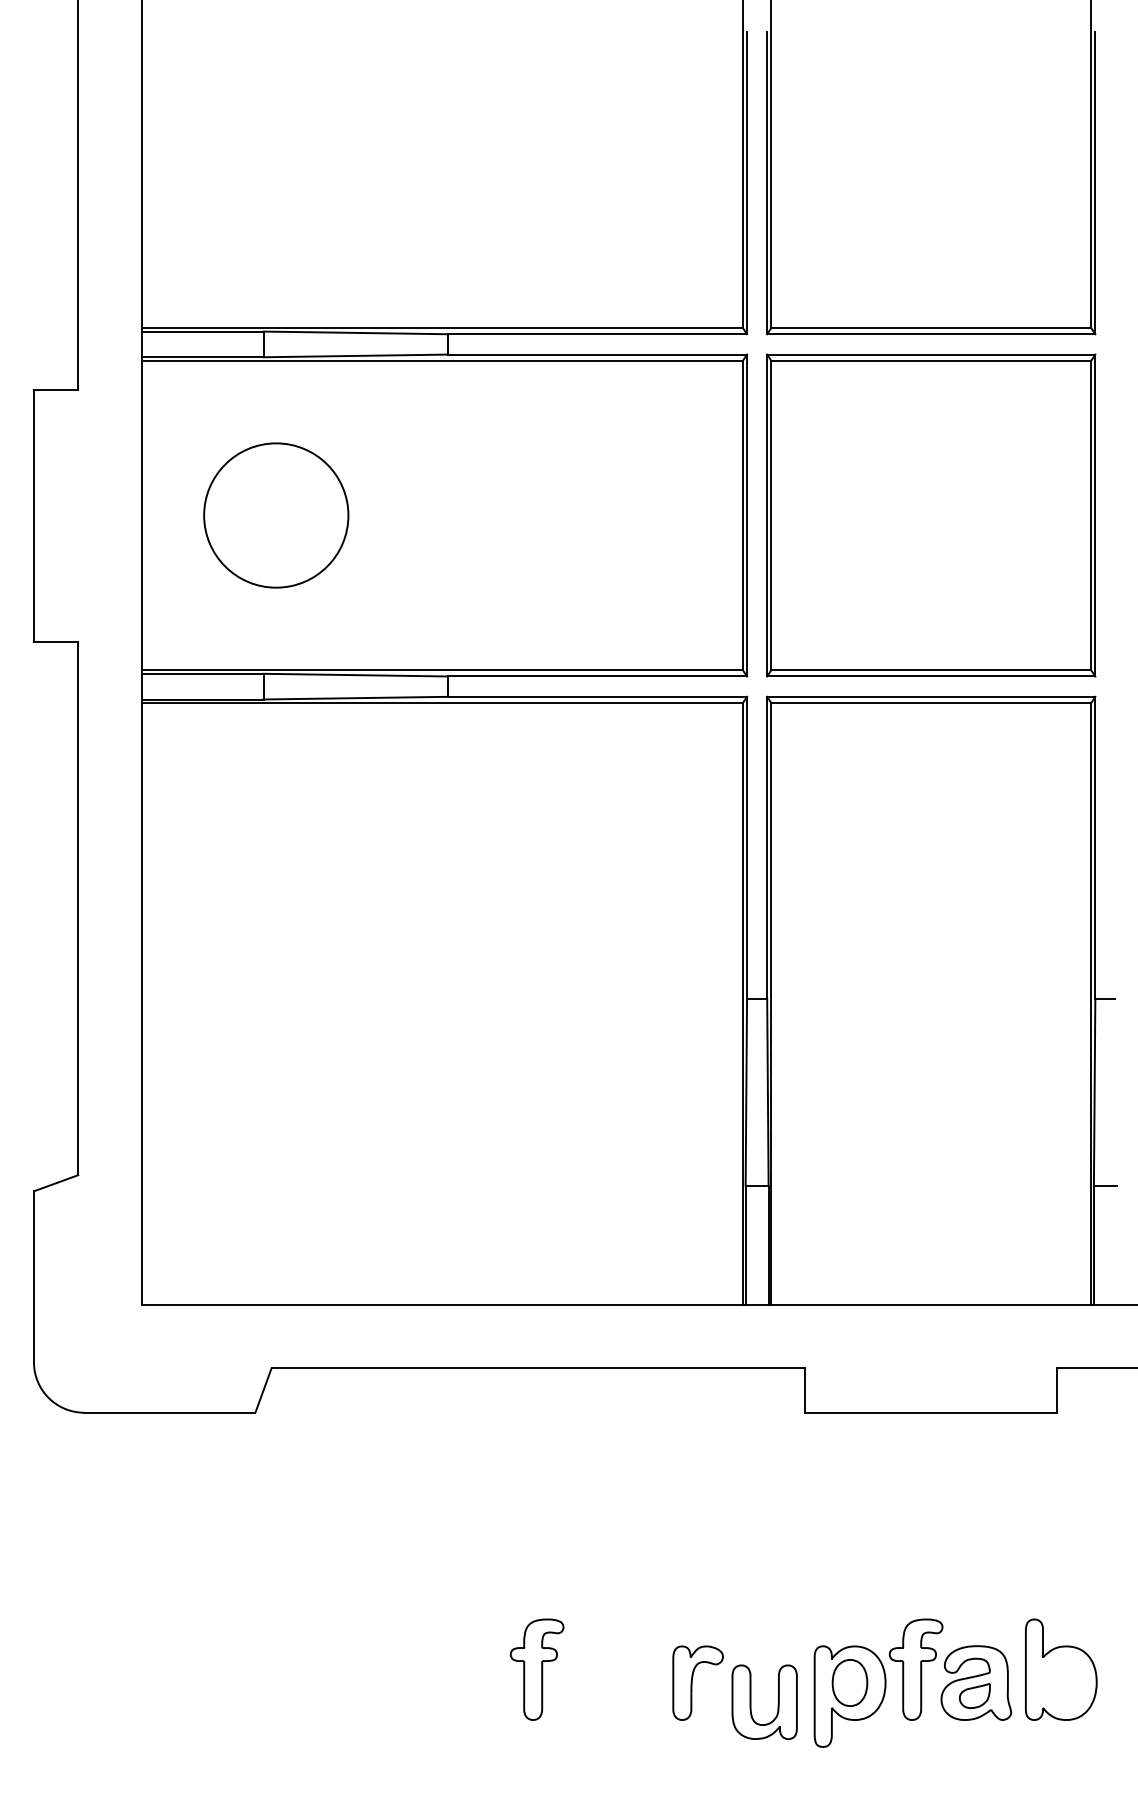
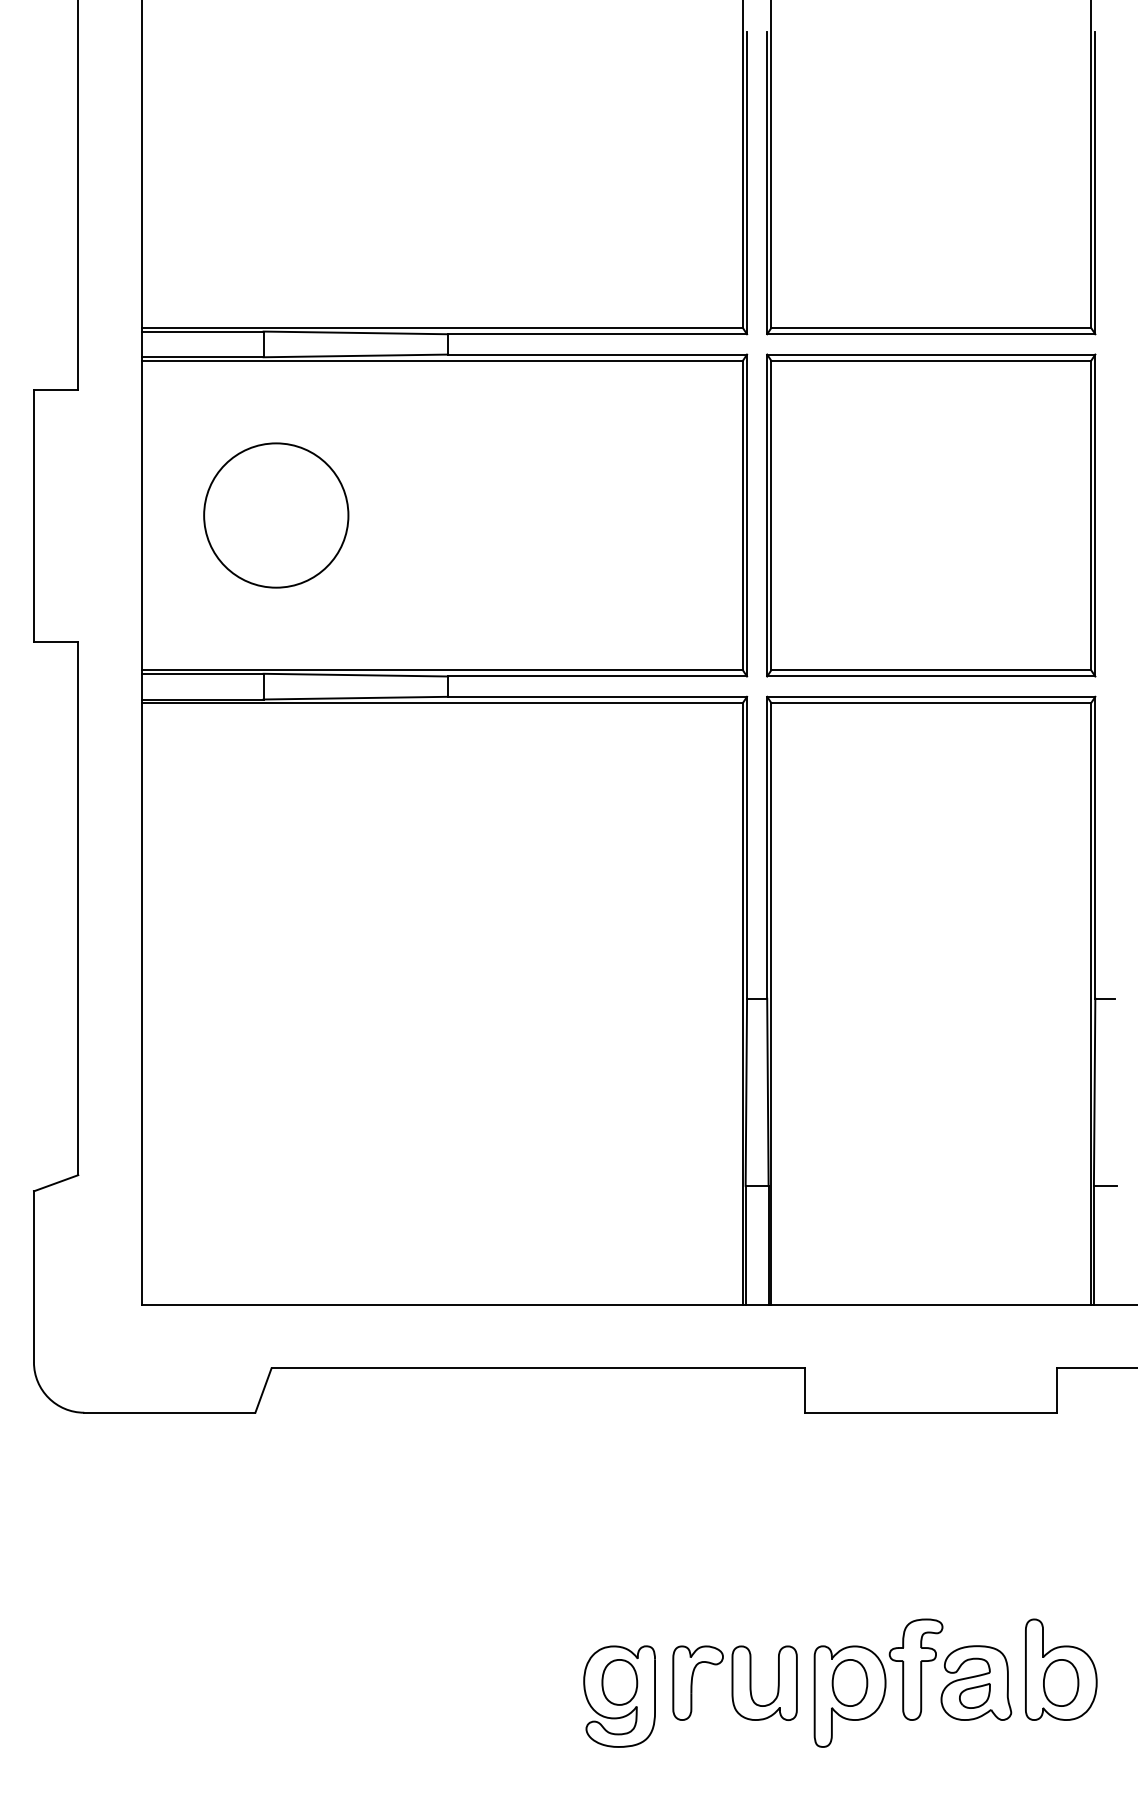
part at (536, 1669): present -> none
part at (1061, 1682): none -> present
part at (619, 1696): none -> present
part at (751, 1701) position: (751, 1701) -> (751, 1682)
